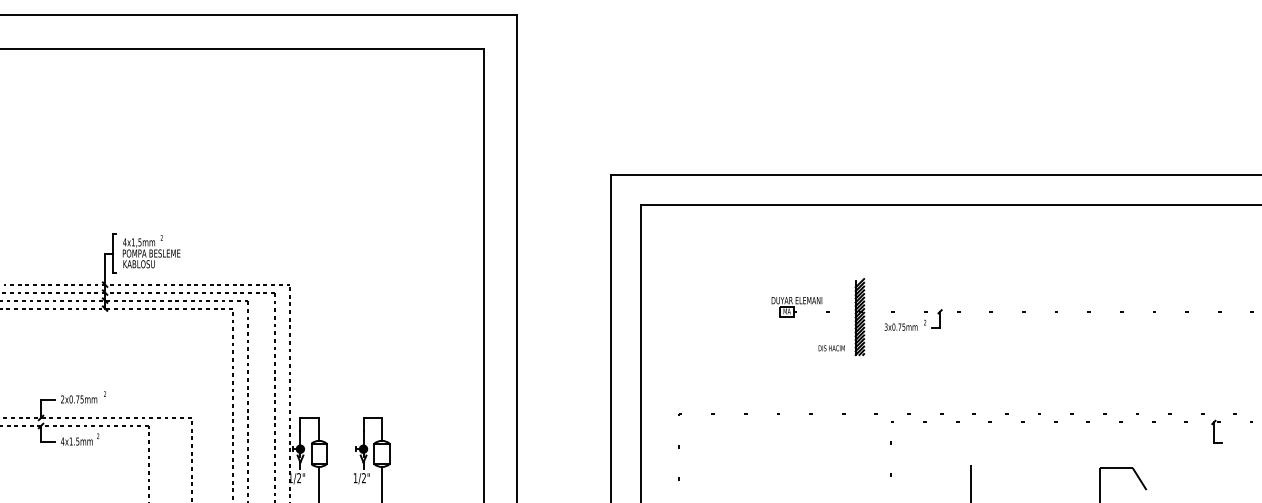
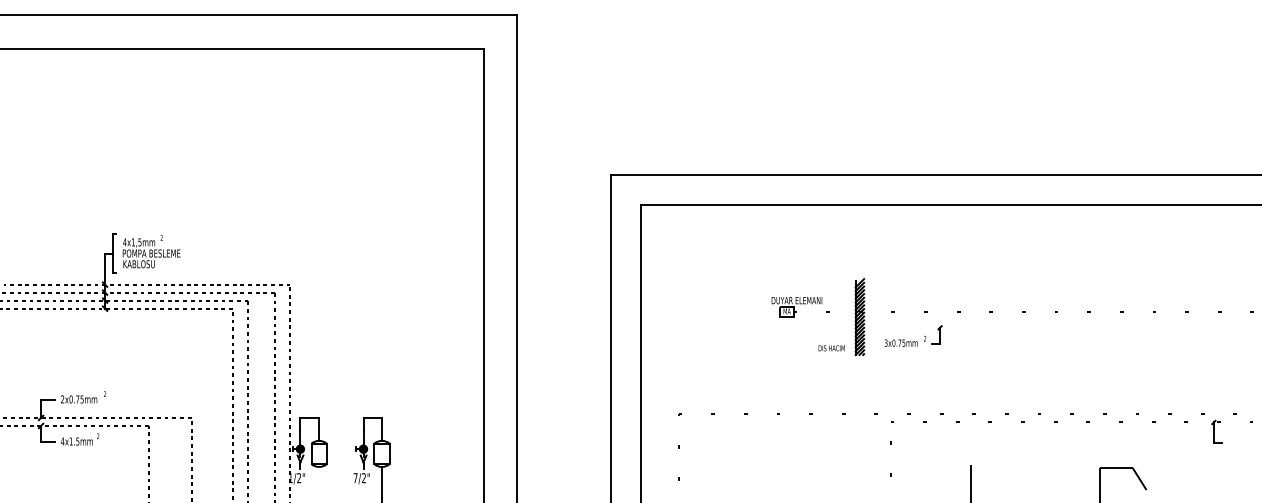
part at (913, 319) position: (913, 319) -> (913, 335)
text at (355, 478): 1/2" -> 7/2"
line at (319, 483): present -> none
